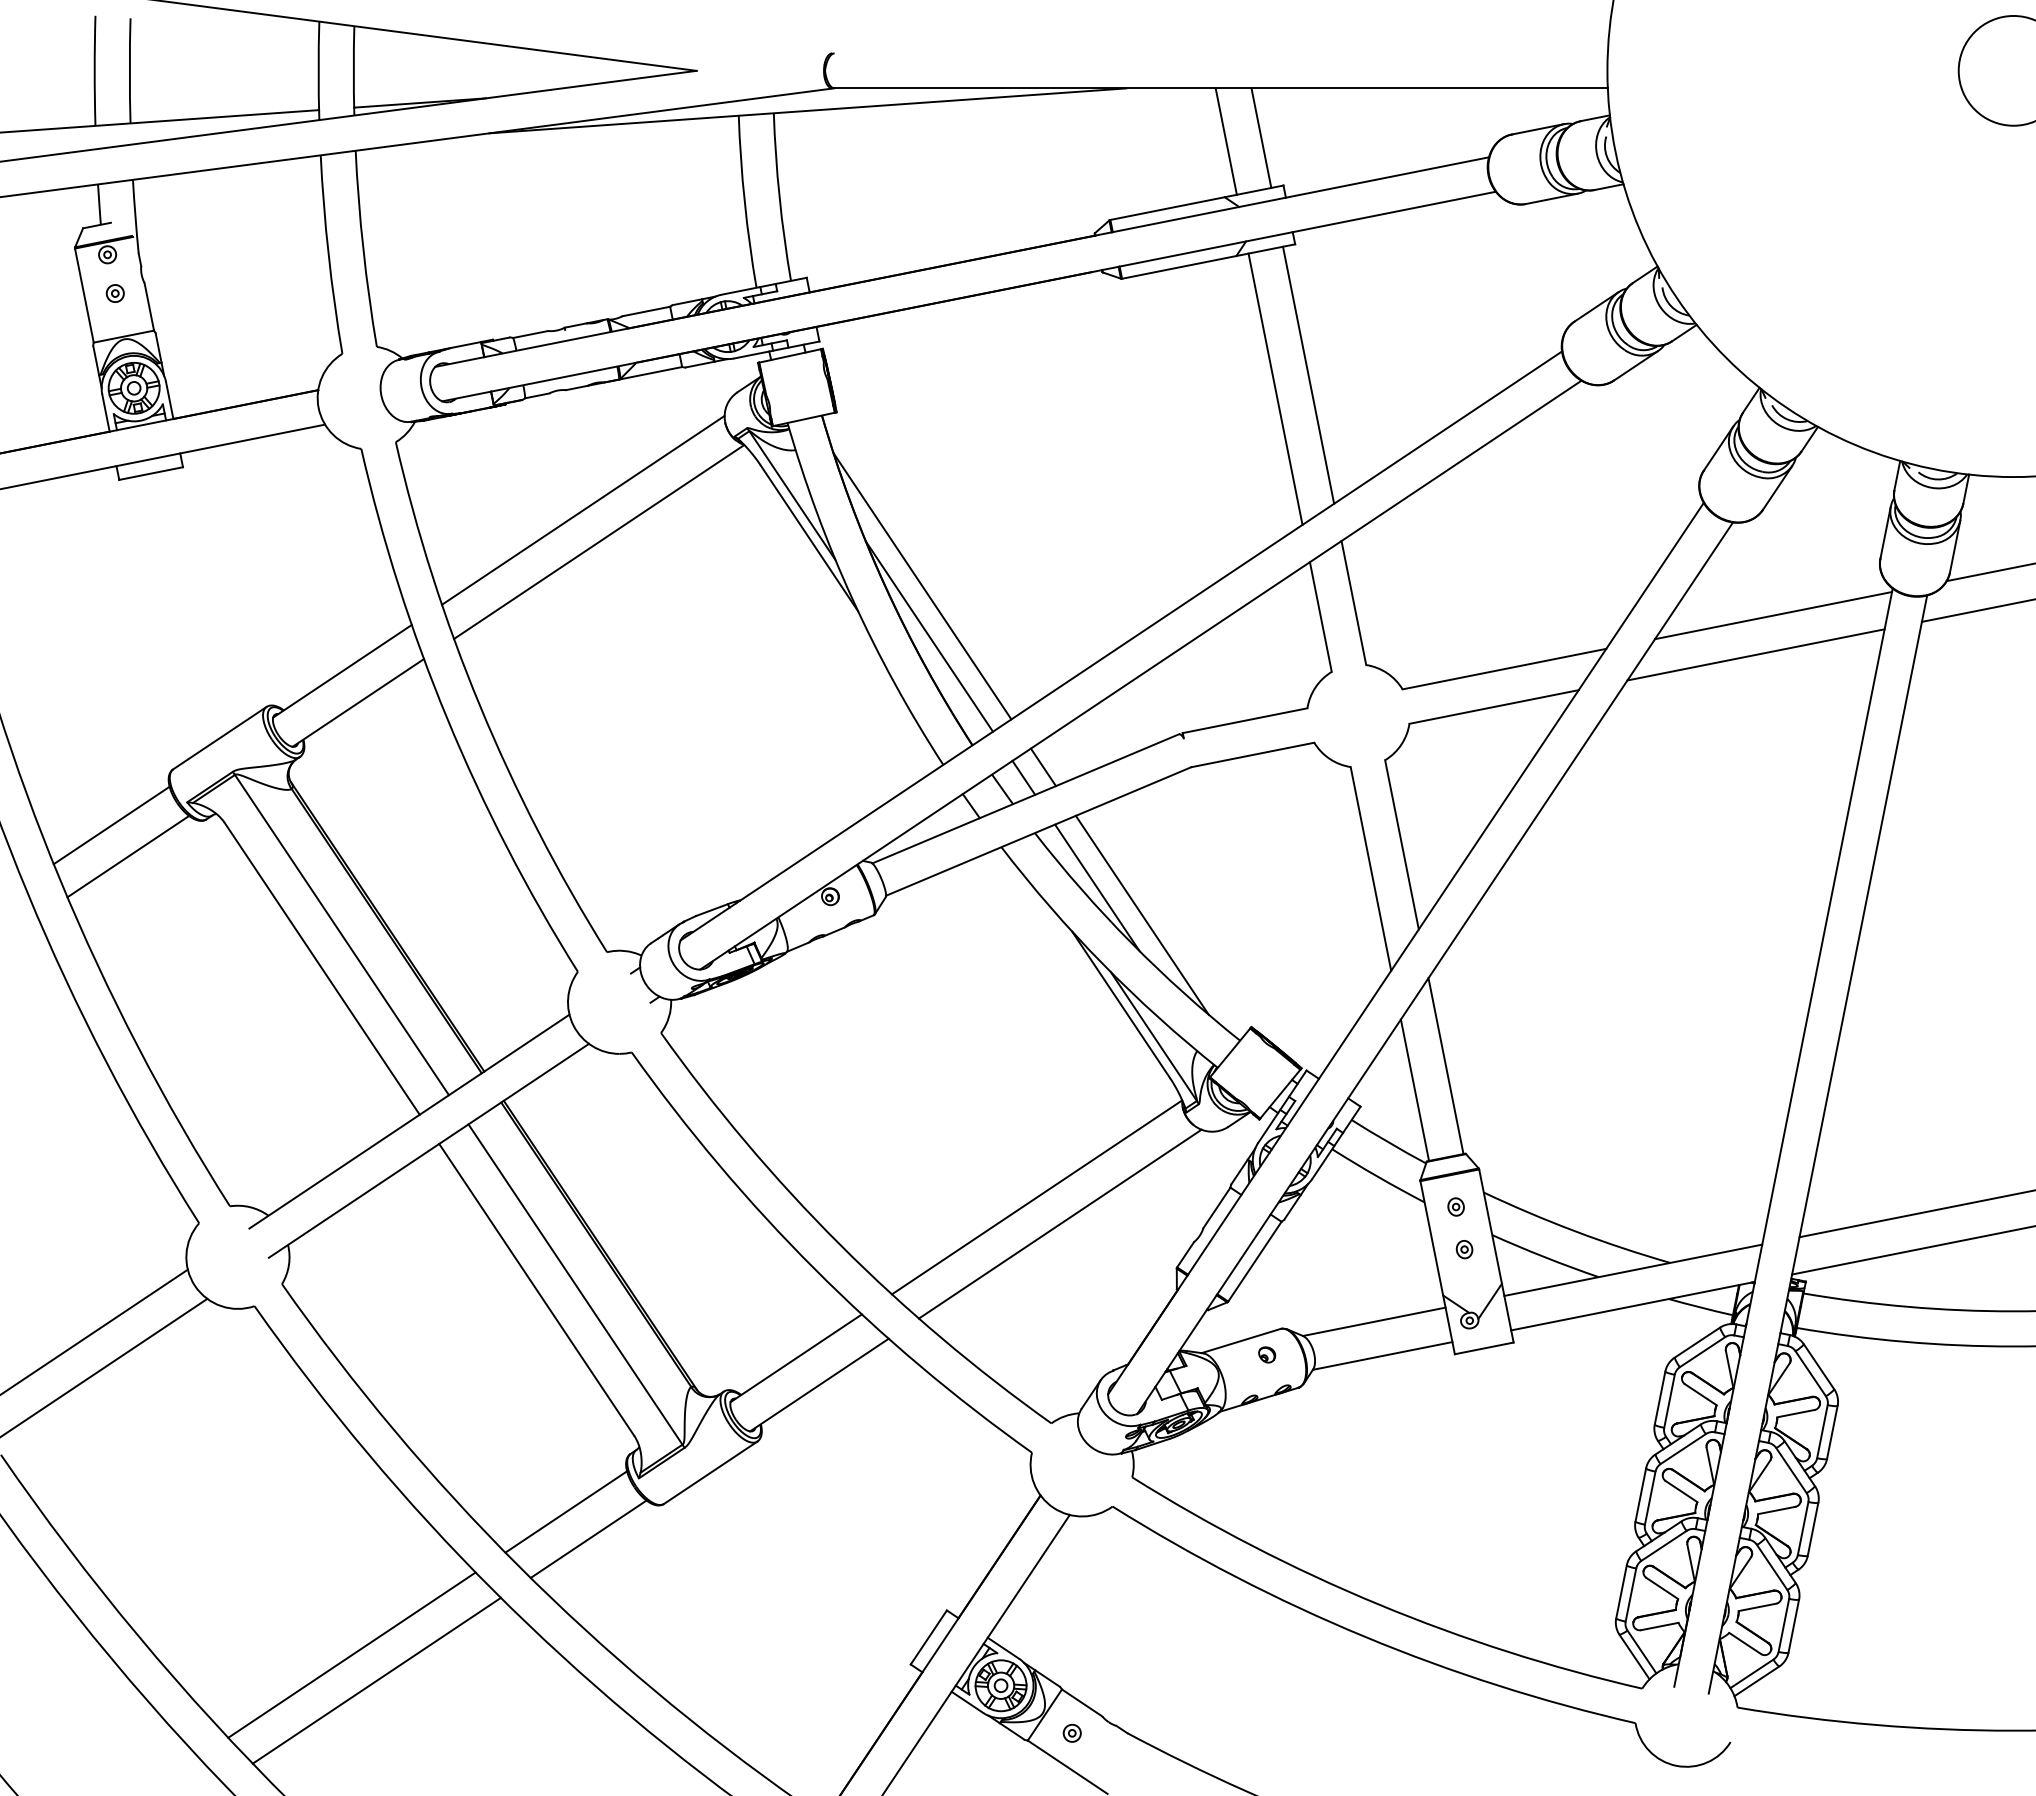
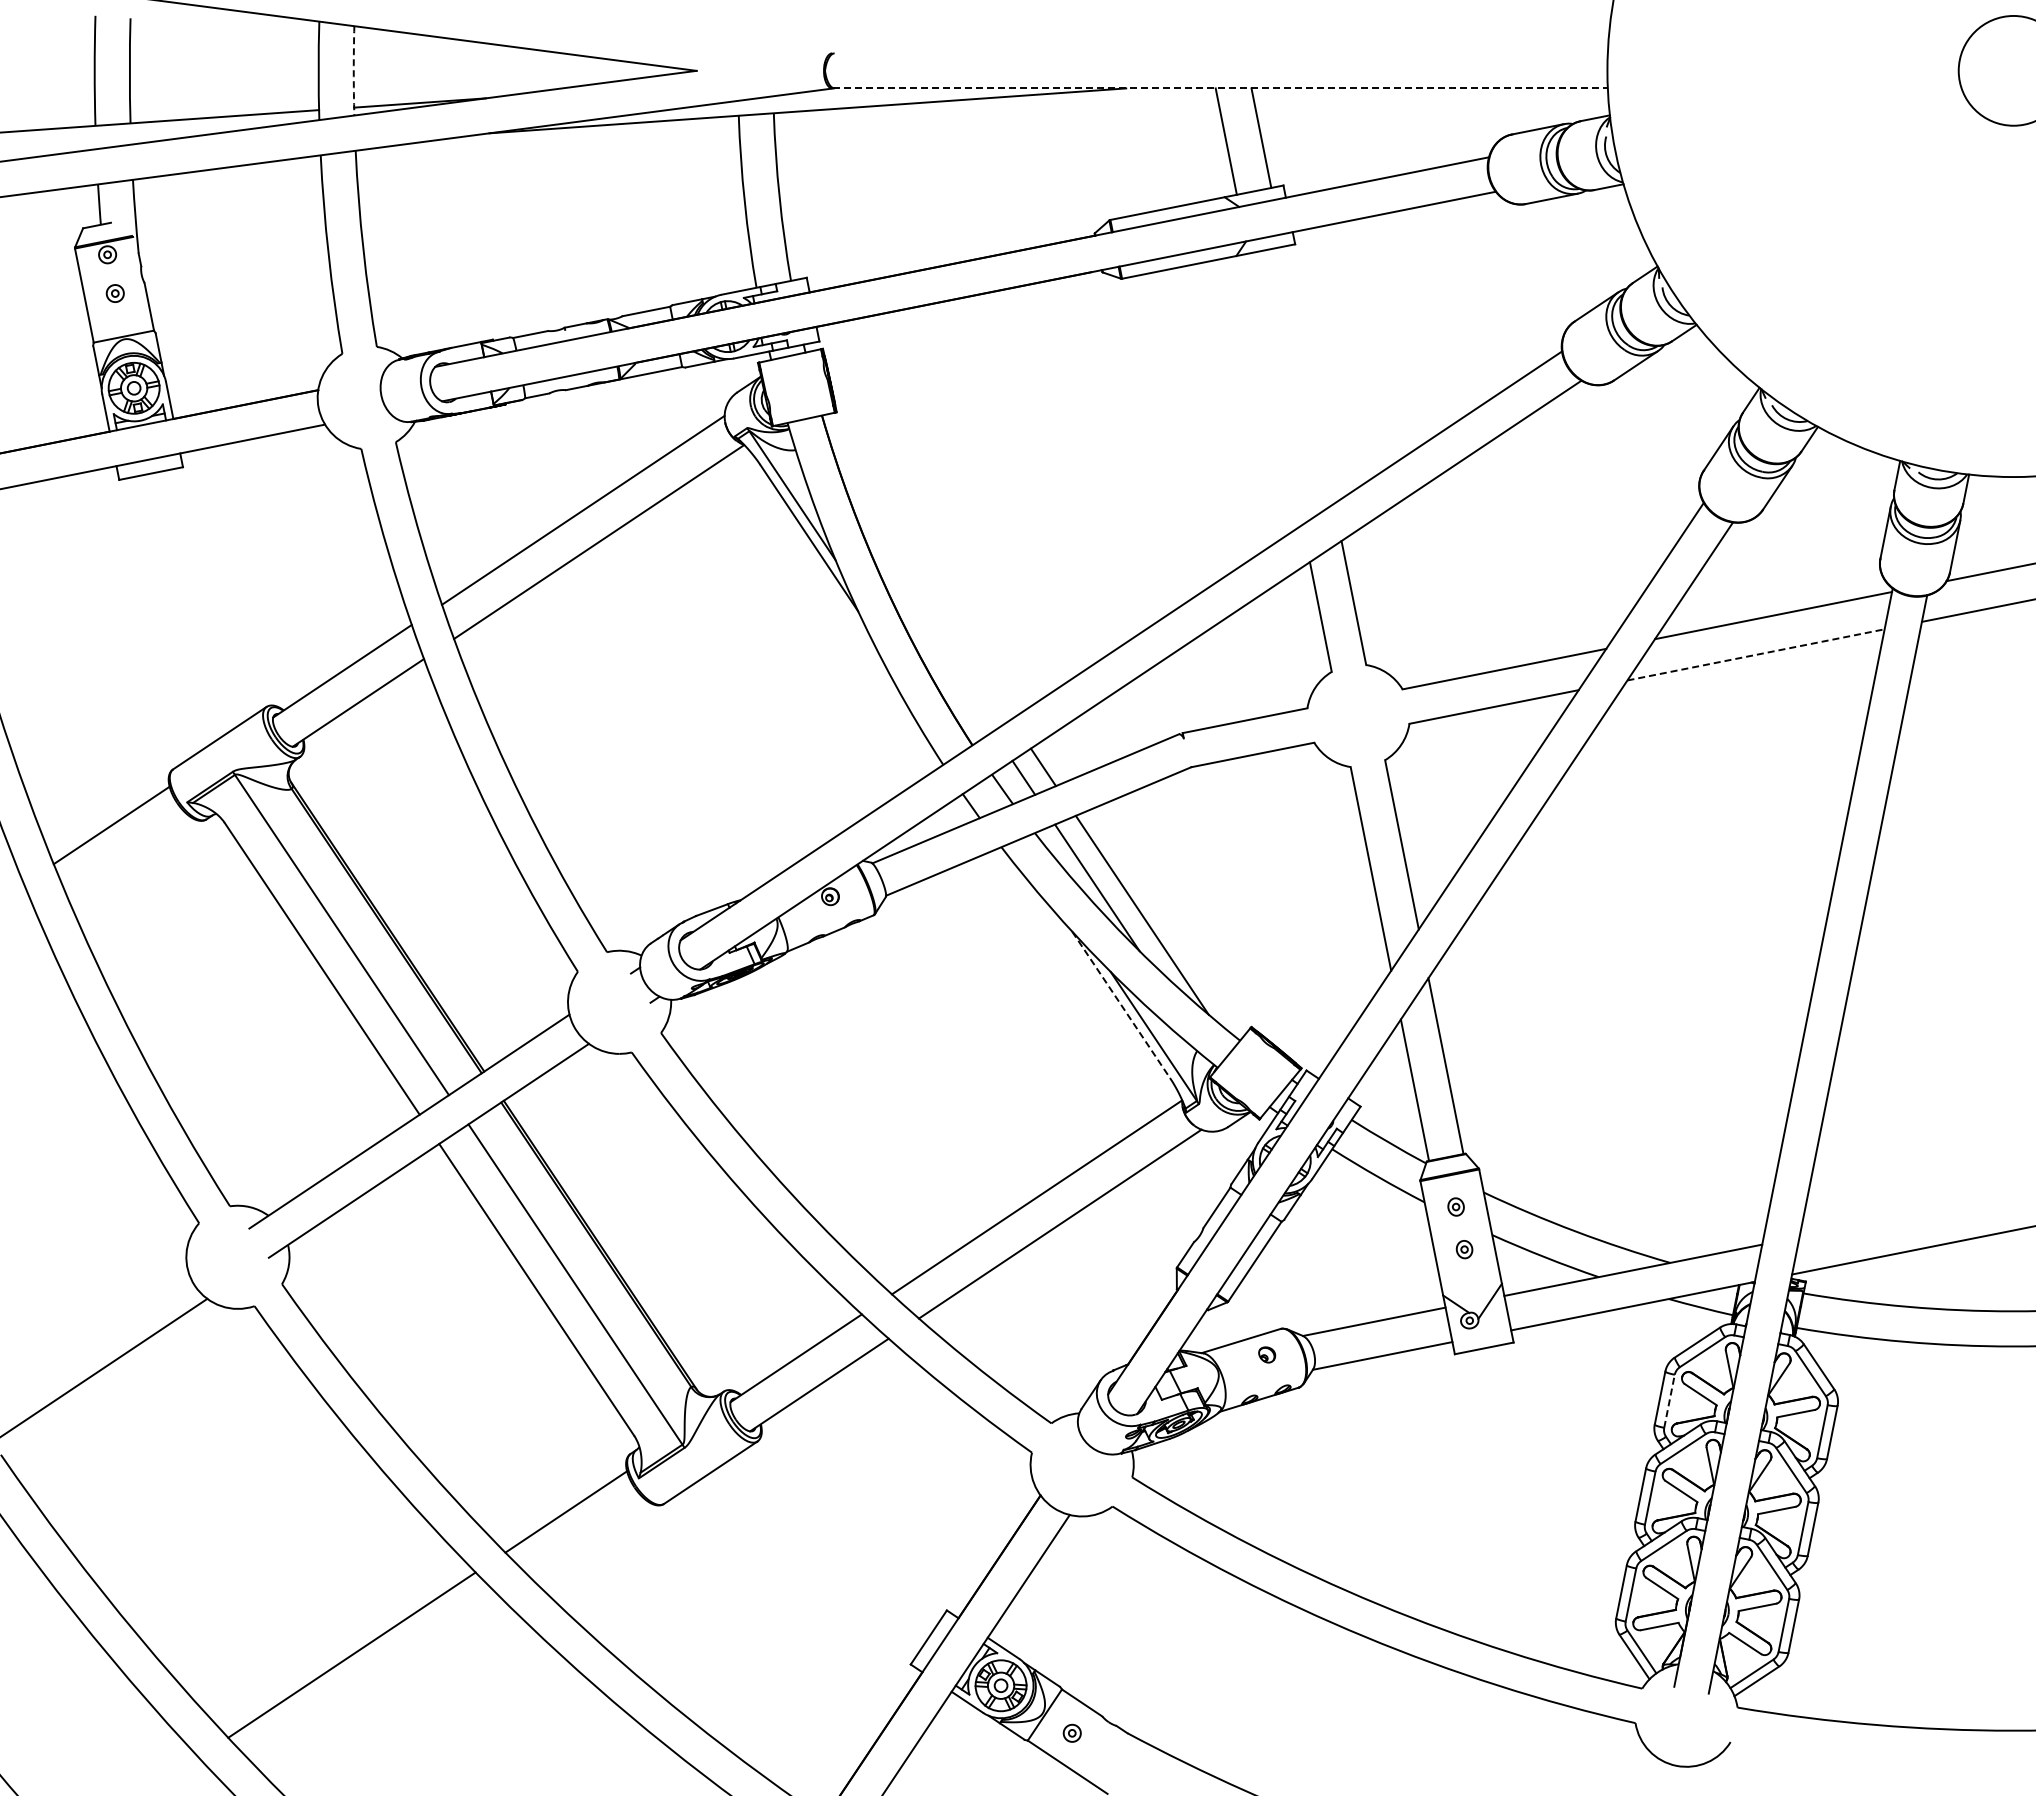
arc at (353, 70): solid -> dashed
line at (1221, 88): solid -> dashed
line at (1308, 374): present -> none
line at (1275, 388): present -> none
line at (922, 586): present -> none
line at (928, 636): present -> none
line at (1756, 654): solid -> dashed
line at (128, 856): present -> none
line at (1121, 1004): solid -> dashed
line at (1915, 1213): present -> none
line at (94, 1331): present -> none
line at (1669, 1400): solid -> dashed
line at (588, 1538): present -> none
line at (376, 1680): present -> none
